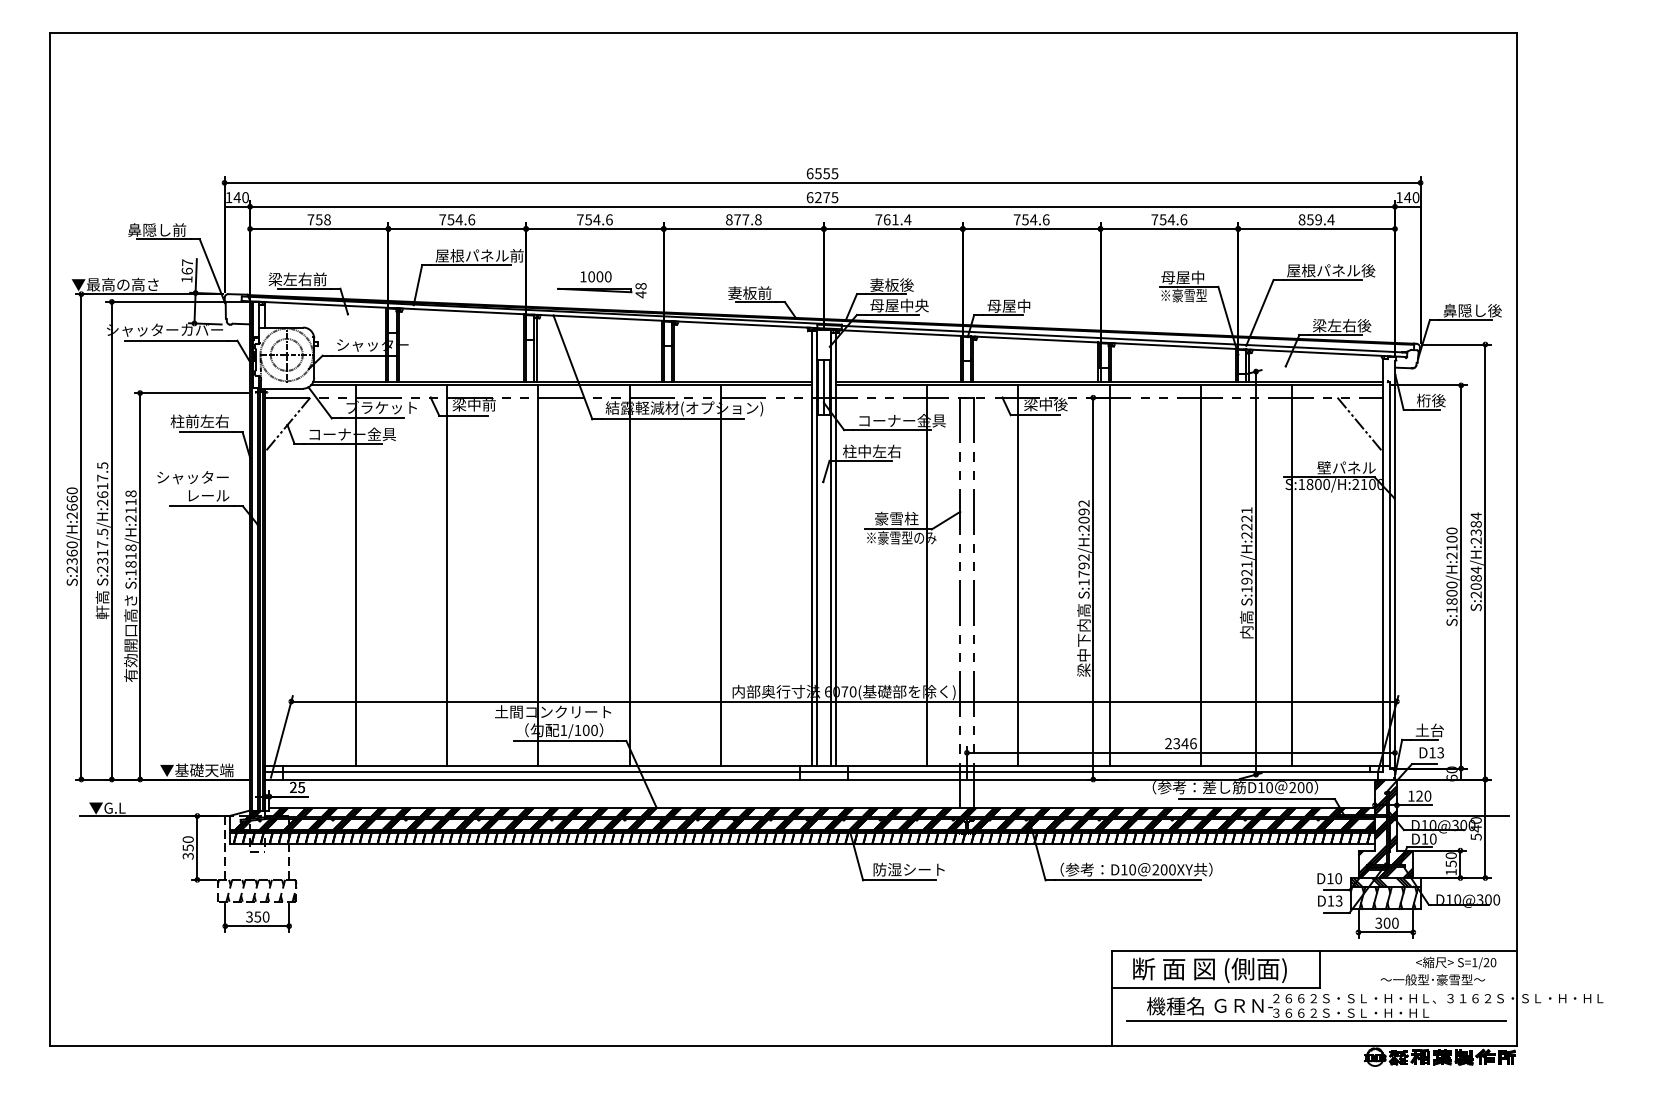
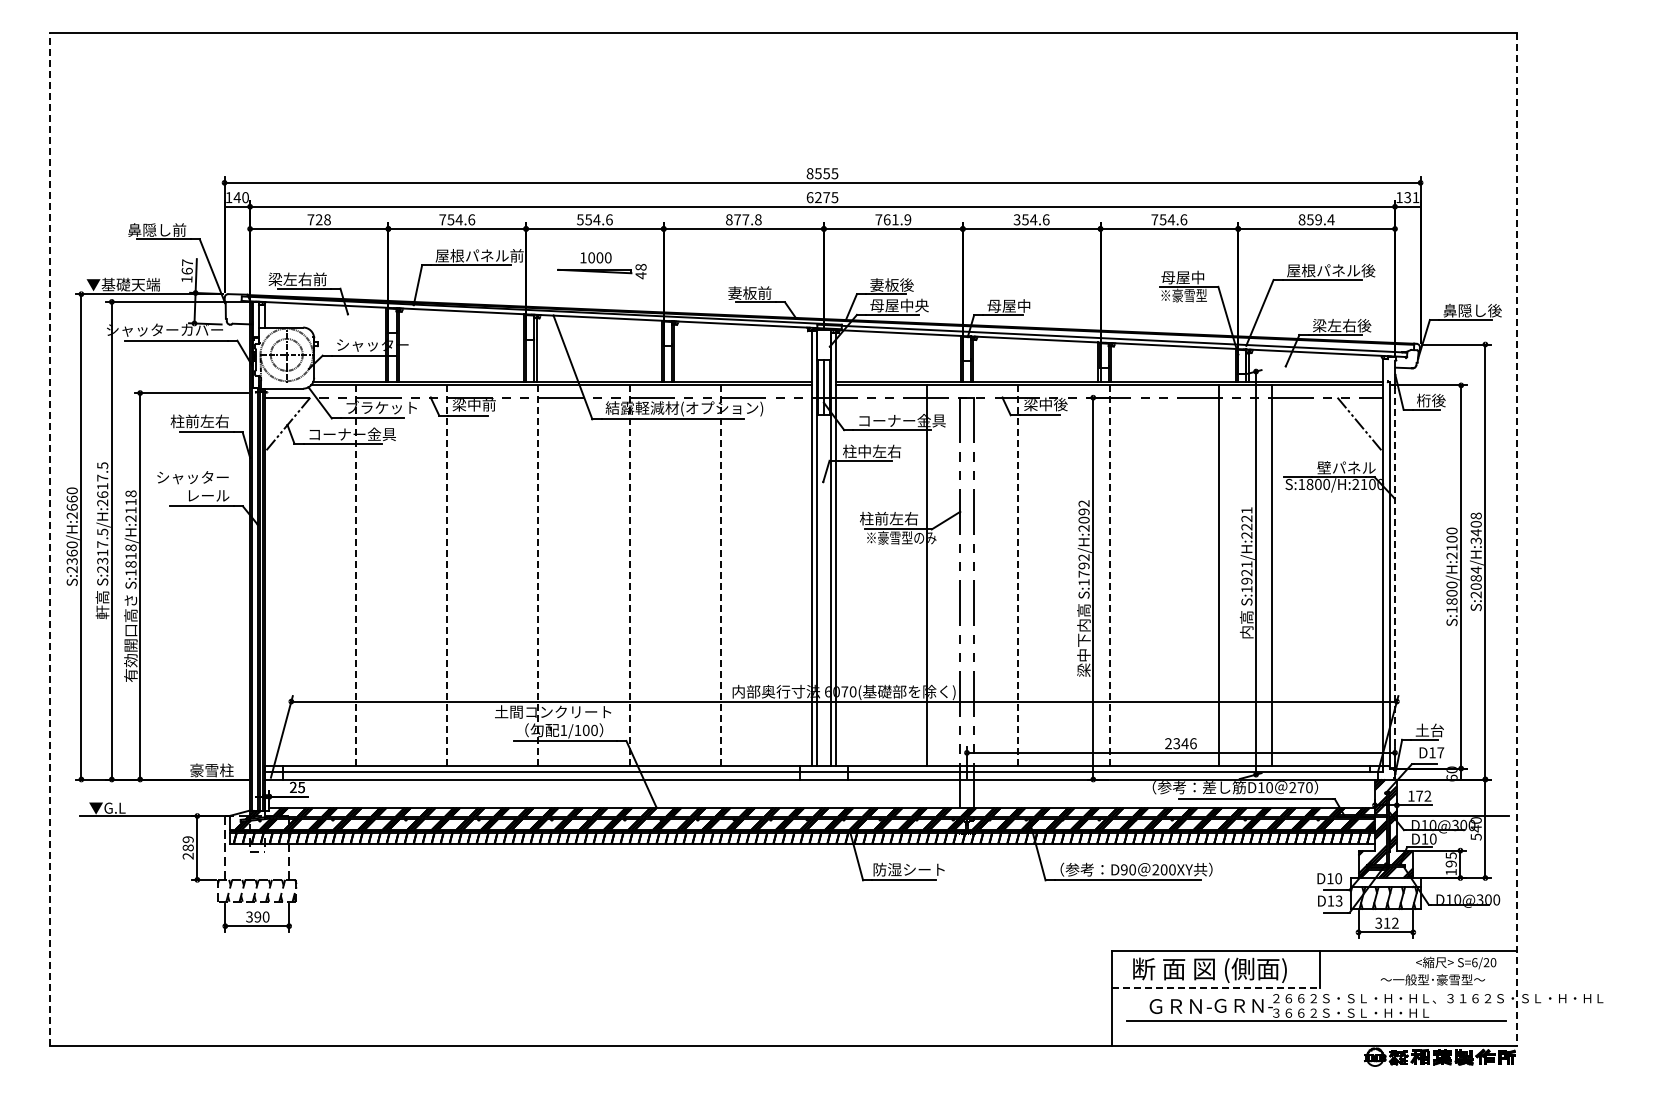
text at (809, 173): 6555 -> 8555
text at (1411, 197): 140 -> 131
text at (318, 219): 758 -> 728
text at (580, 219): 754.6 -> 554.6
text at (907, 219): 761.4 -> 761.9
text at (1016, 219): 754.6 -> 354.6
text at (115, 284): ▼最高の高さ -> ▼基礎天端
part at (601, 284) position: (601, 284) -> (601, 265)
text at (889, 518): 豪雪柱 -> 柱前左右
text at (1475, 528): S:2084/H:2384 -> S:2084/H:3408
line at (49, 539): solid -> dashed
line at (1517, 539): solid -> dashed
line at (355, 575): solid -> dashed
line at (447, 575): solid -> dashed
line at (538, 575): solid -> dashed
line at (629, 575): solid -> dashed
line at (720, 575): solid -> dashed
line at (1018, 575): solid -> dashed
line at (1109, 575): solid -> dashed
line at (1200, 575) position: (1200, 575) -> (1218, 575)
line at (1291, 575) position: (1291, 575) -> (1271, 575)
line at (1394, 576): solid -> dashed
text at (1440, 752): D13 -> D17
text at (196, 770): ▼基礎天端 -> 豪雪柱
text at (1300, 787): 200 -> 270
text at (1423, 795): 120 -> 172
text at (187, 847): 350 -> 289
text at (1450, 859): 150 -> 195
text at (1124, 869): D10 -> D90
hatch at (1381, 882): present -> none
text at (257, 916): 350 -> 390
text at (1390, 922): 300 -> 312
text at (1474, 962): S=1/20 -> S=6/20
line at (1215, 987): solid -> dashed
text at (1179, 1006): 機種名 -> ＧＲＮ-
